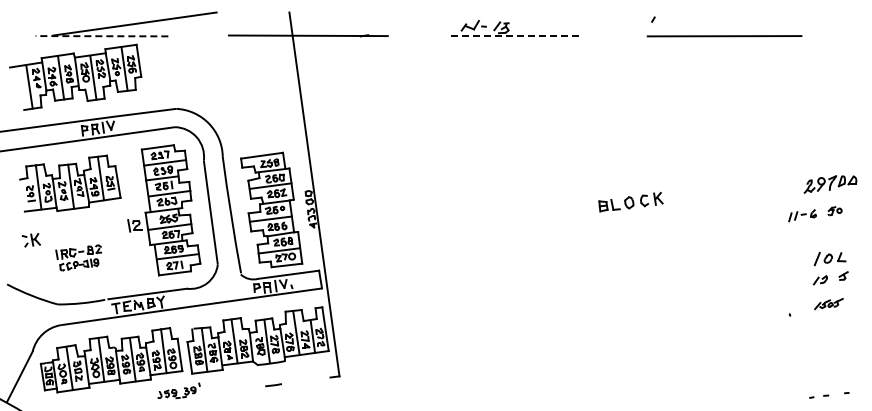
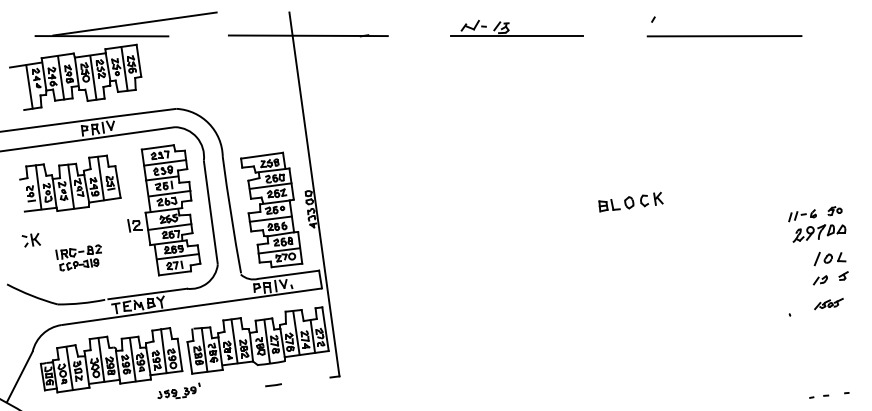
line at (101, 36): dashed -> solid
line at (516, 36): dashed -> solid
part at (830, 184) position: (830, 184) -> (819, 233)
